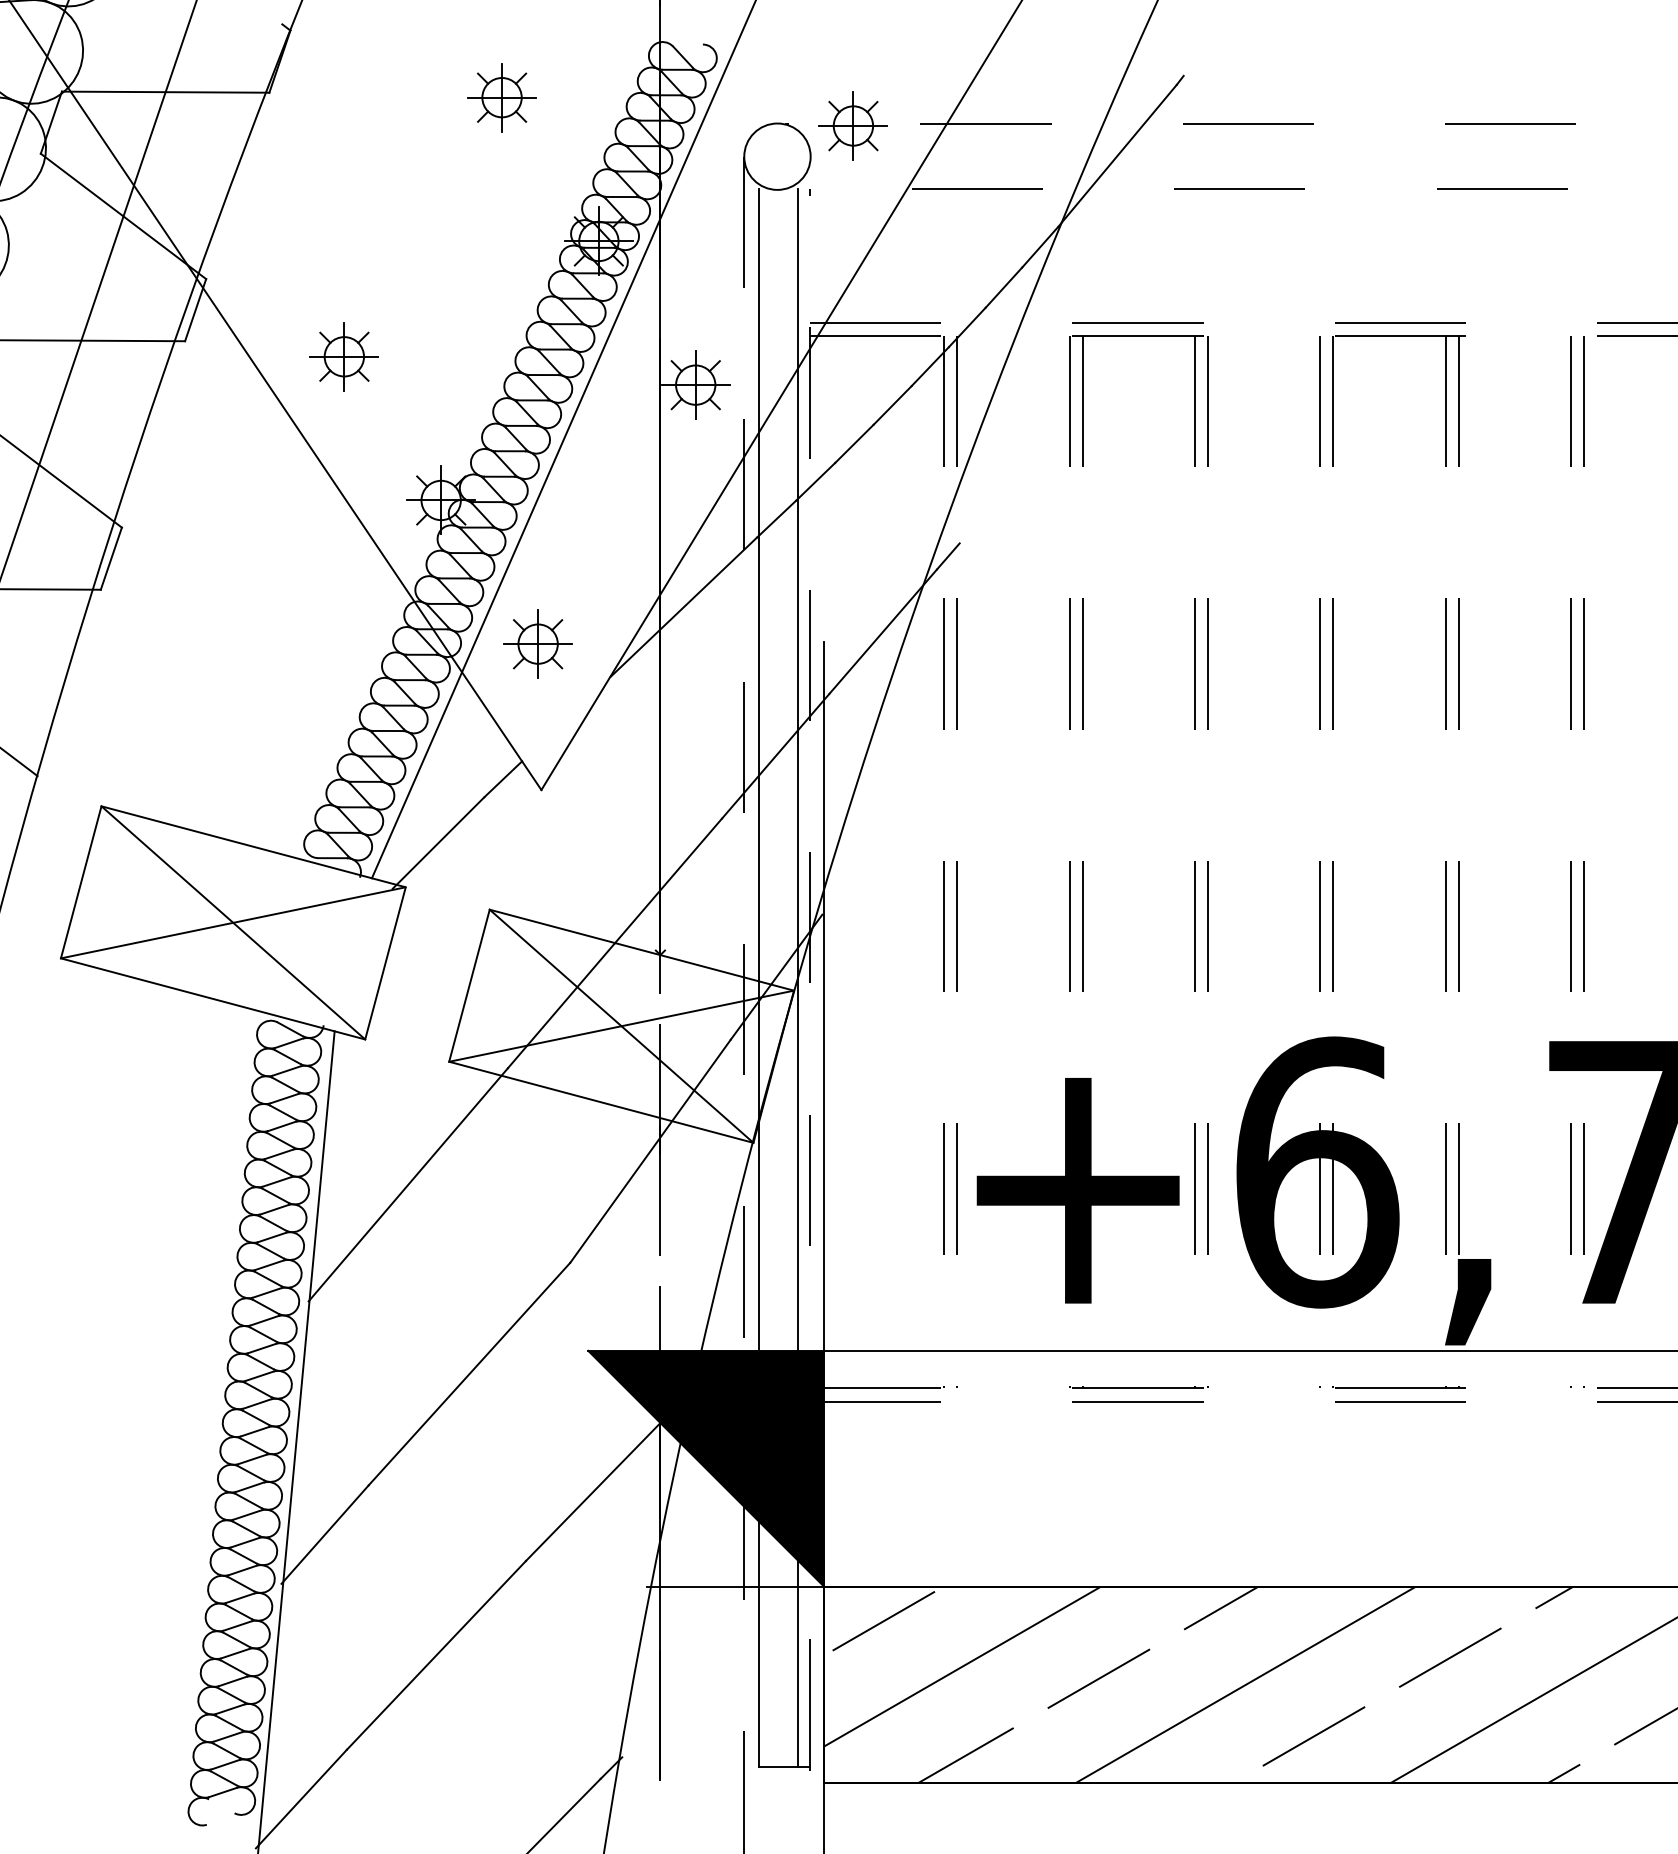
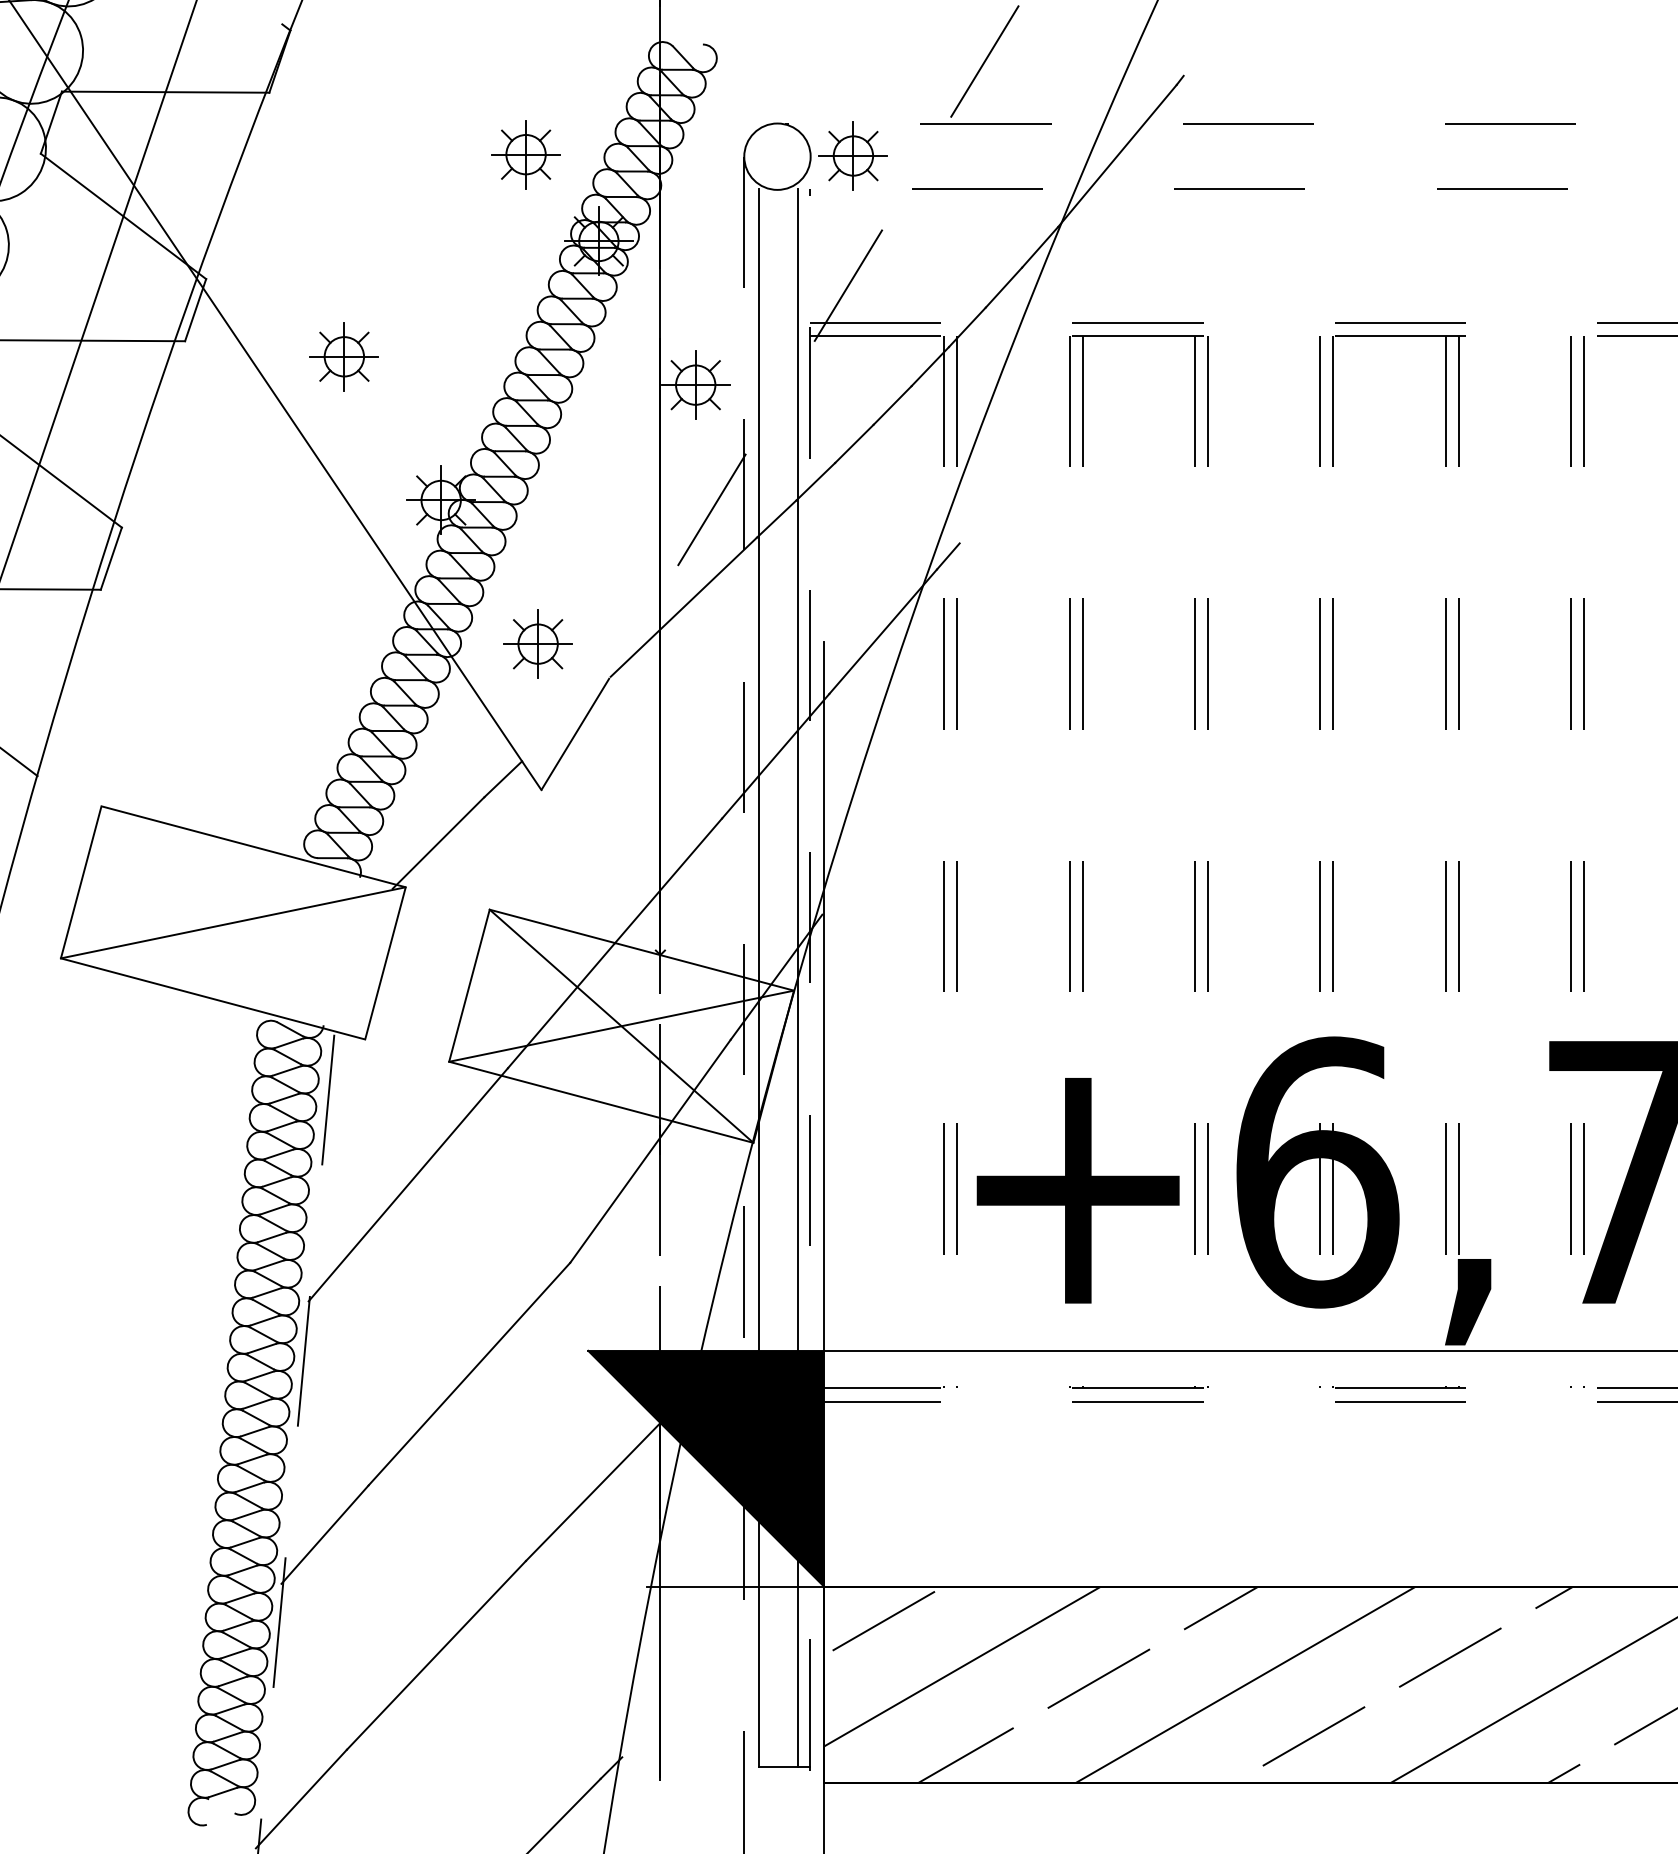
part at (501, 97) position: (501, 97) -> (525, 154)
part at (852, 125) position: (852, 125) -> (852, 155)
line at (782, 394): solid -> dashed
line at (563, 440): present -> none
line at (233, 922): present -> none
line at (296, 1442): solid -> dashed
